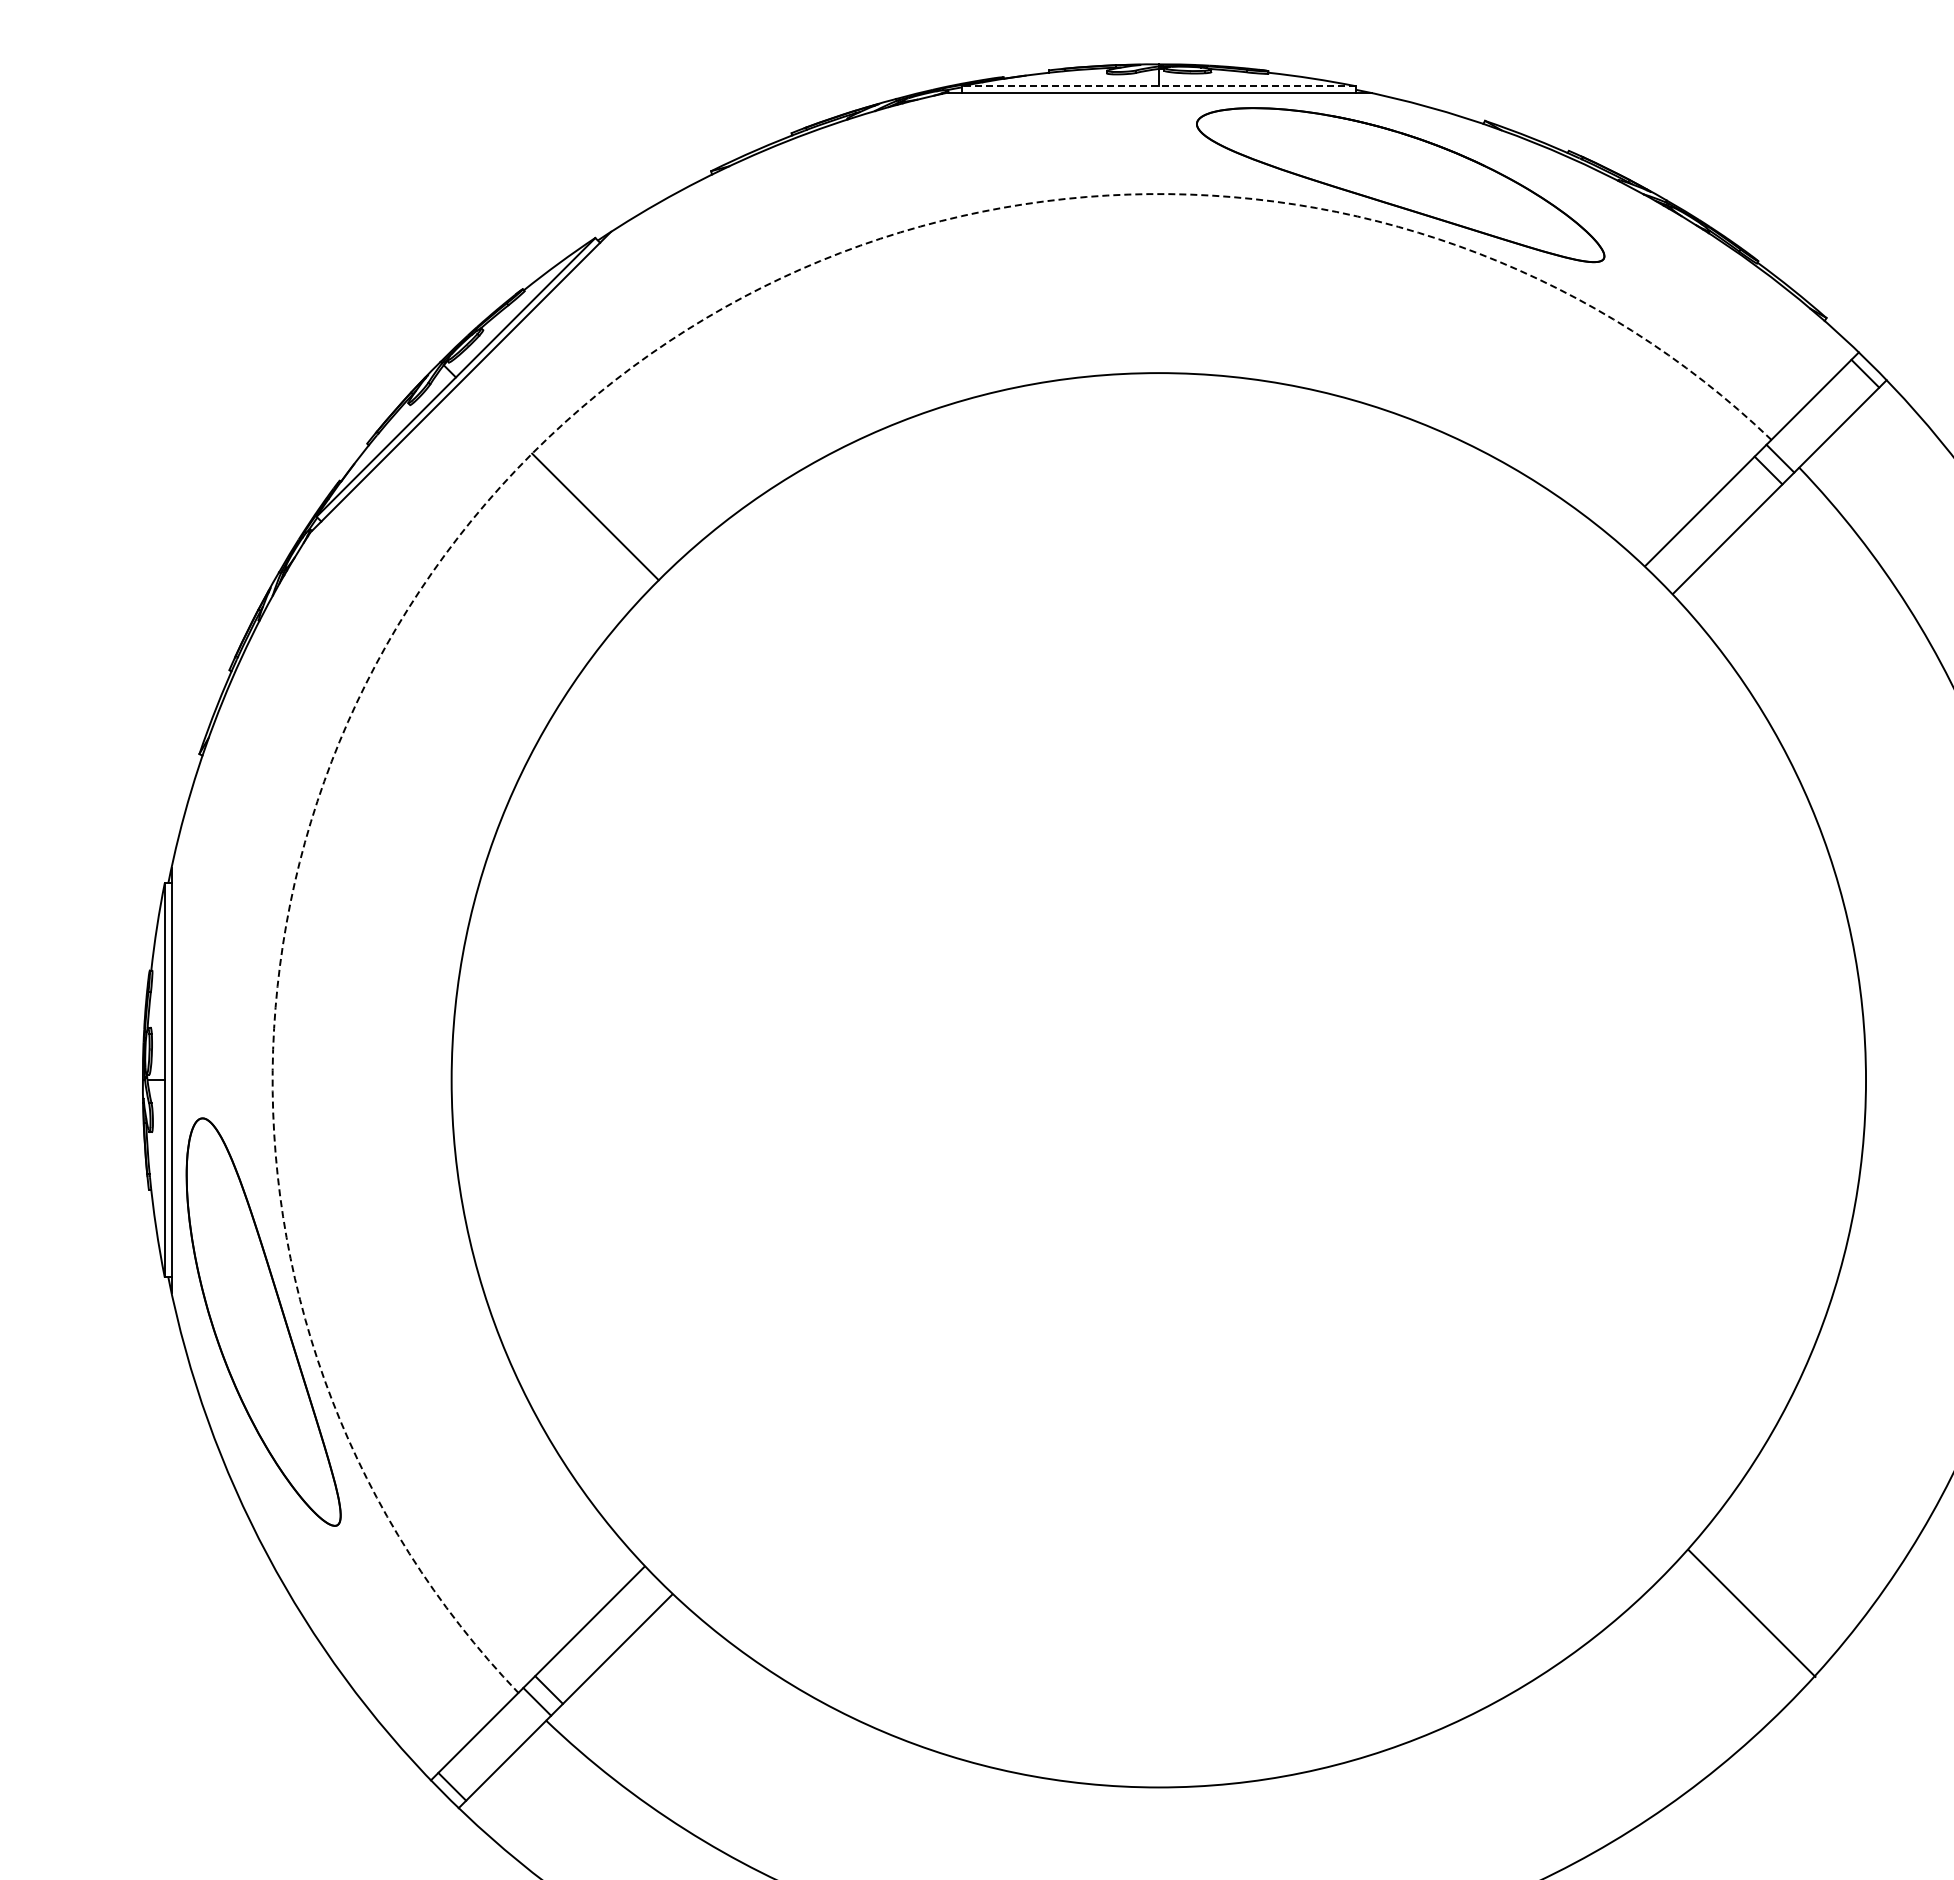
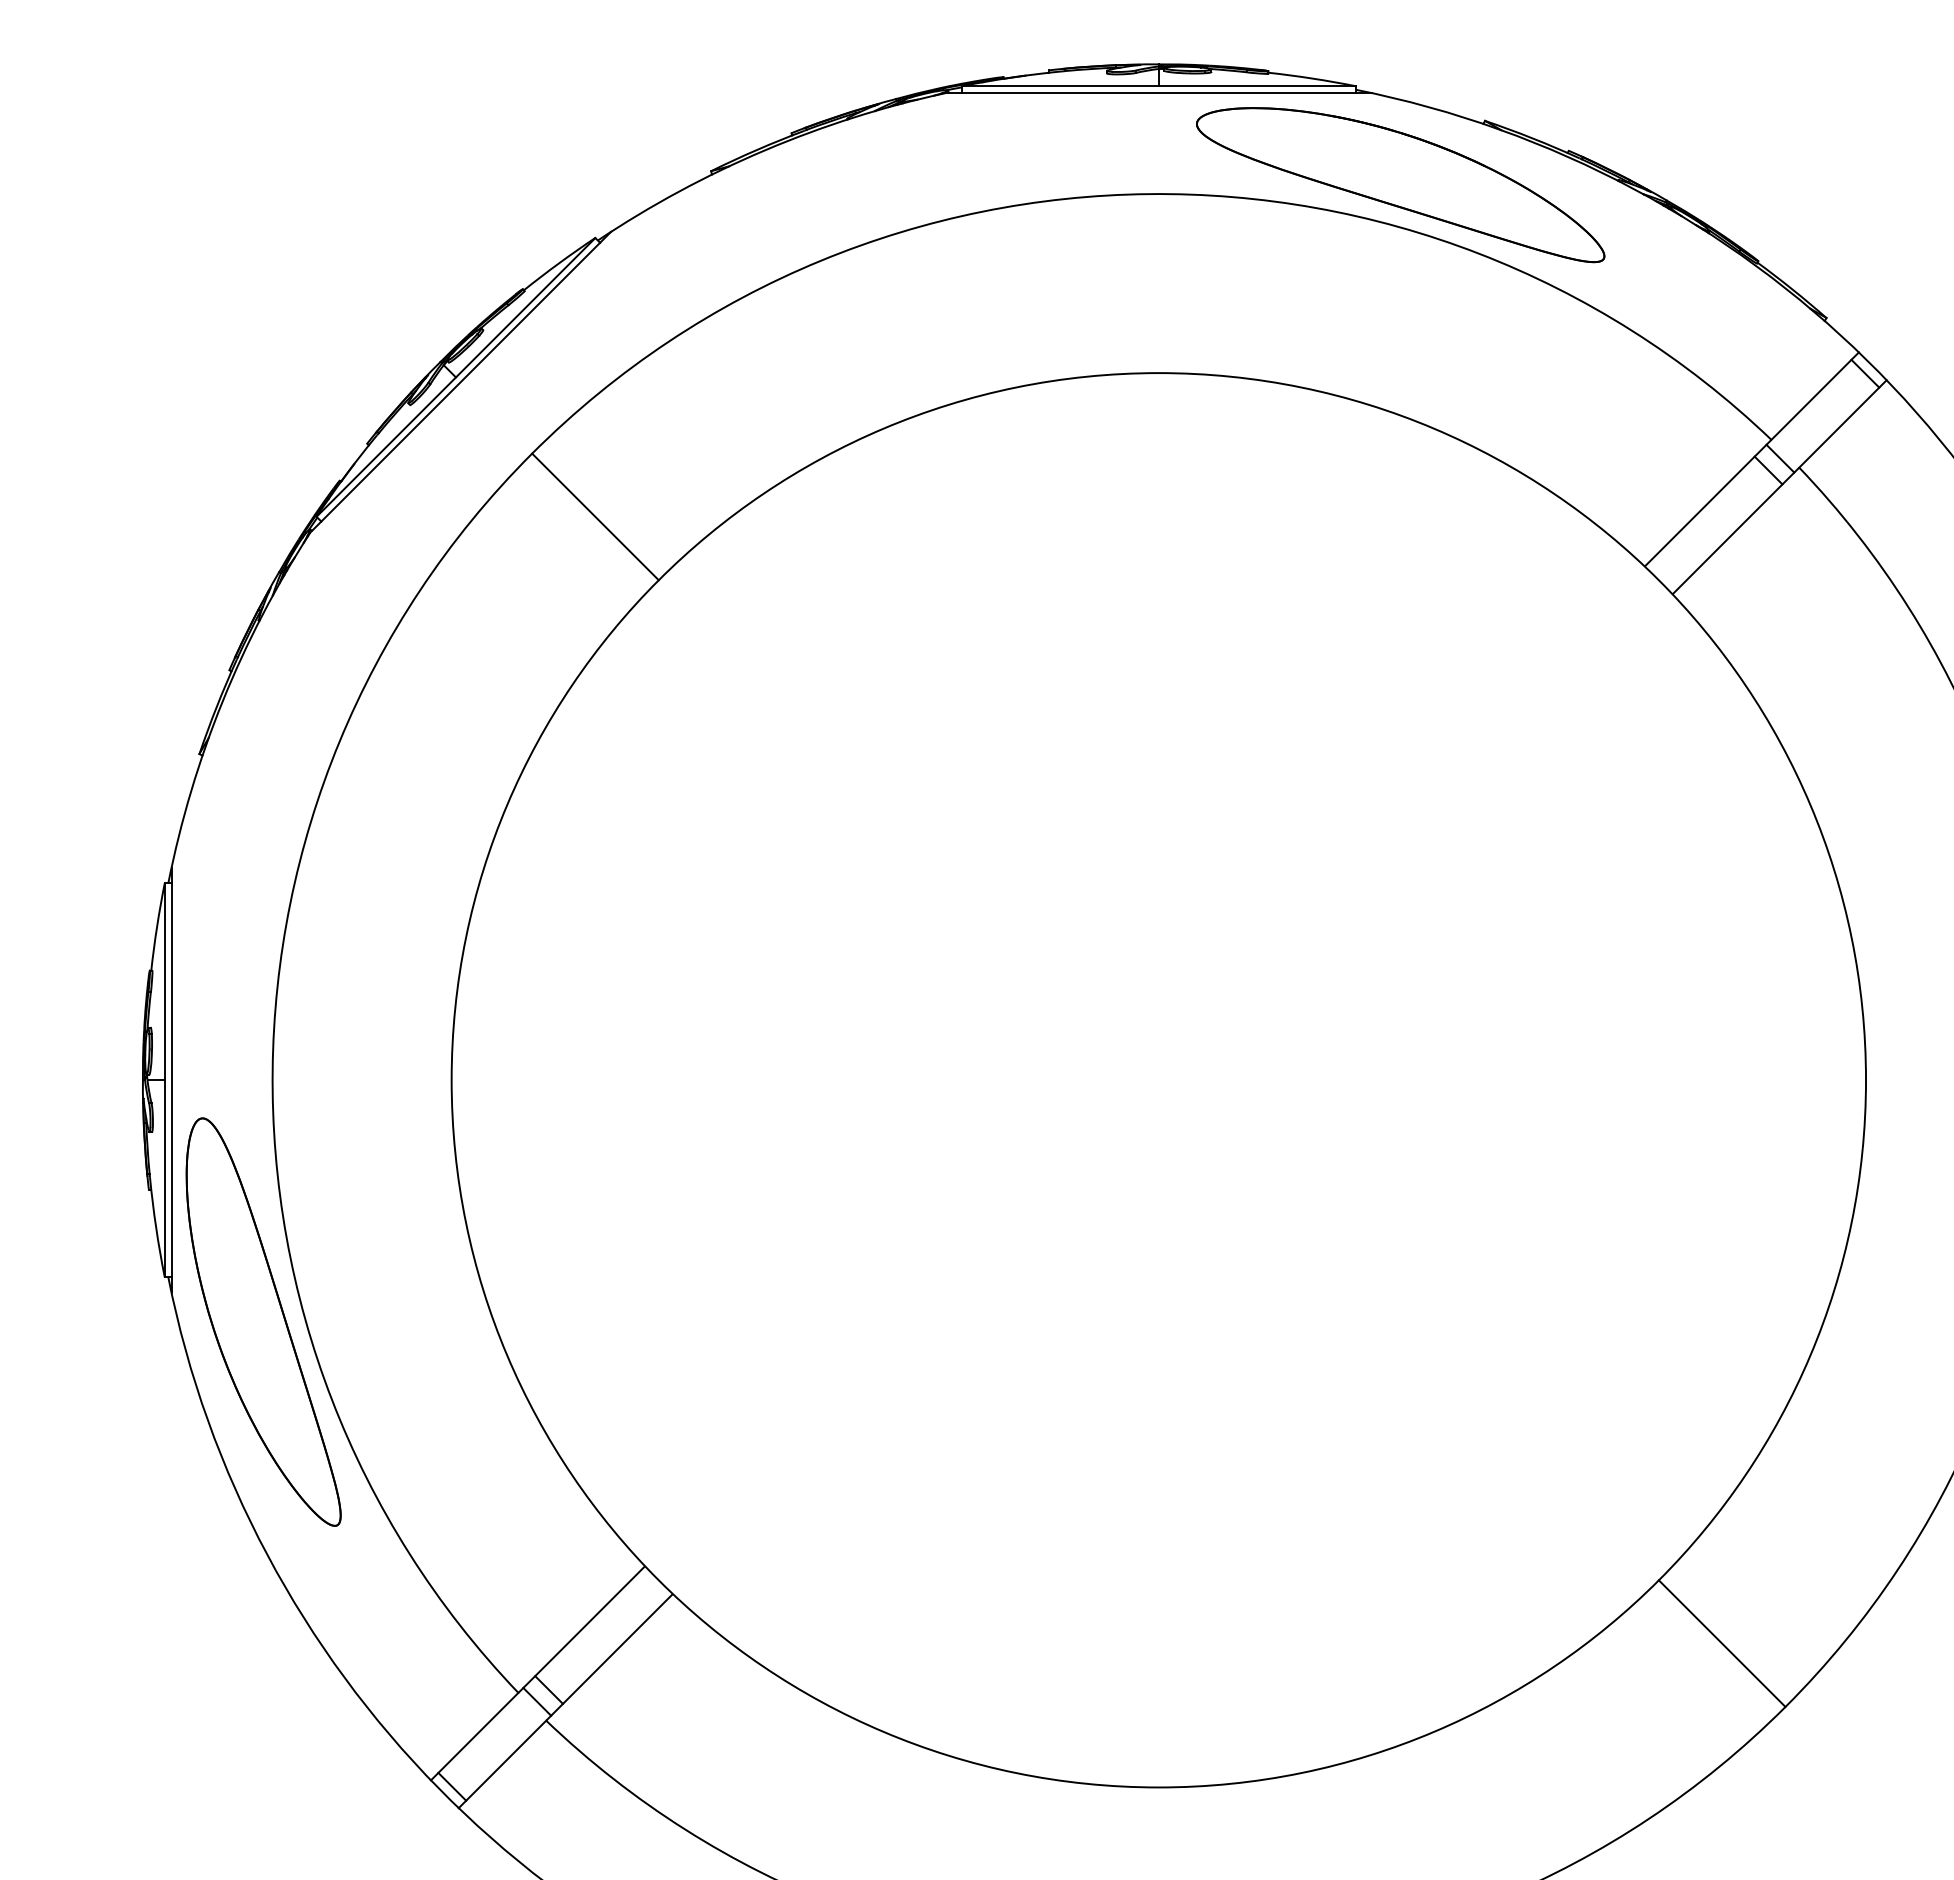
line at (1158, 86): dashed -> solid
arc at (532, 453): dashed -> solid
line at (1751, 1613) position: (1751, 1613) -> (1721, 1643)
